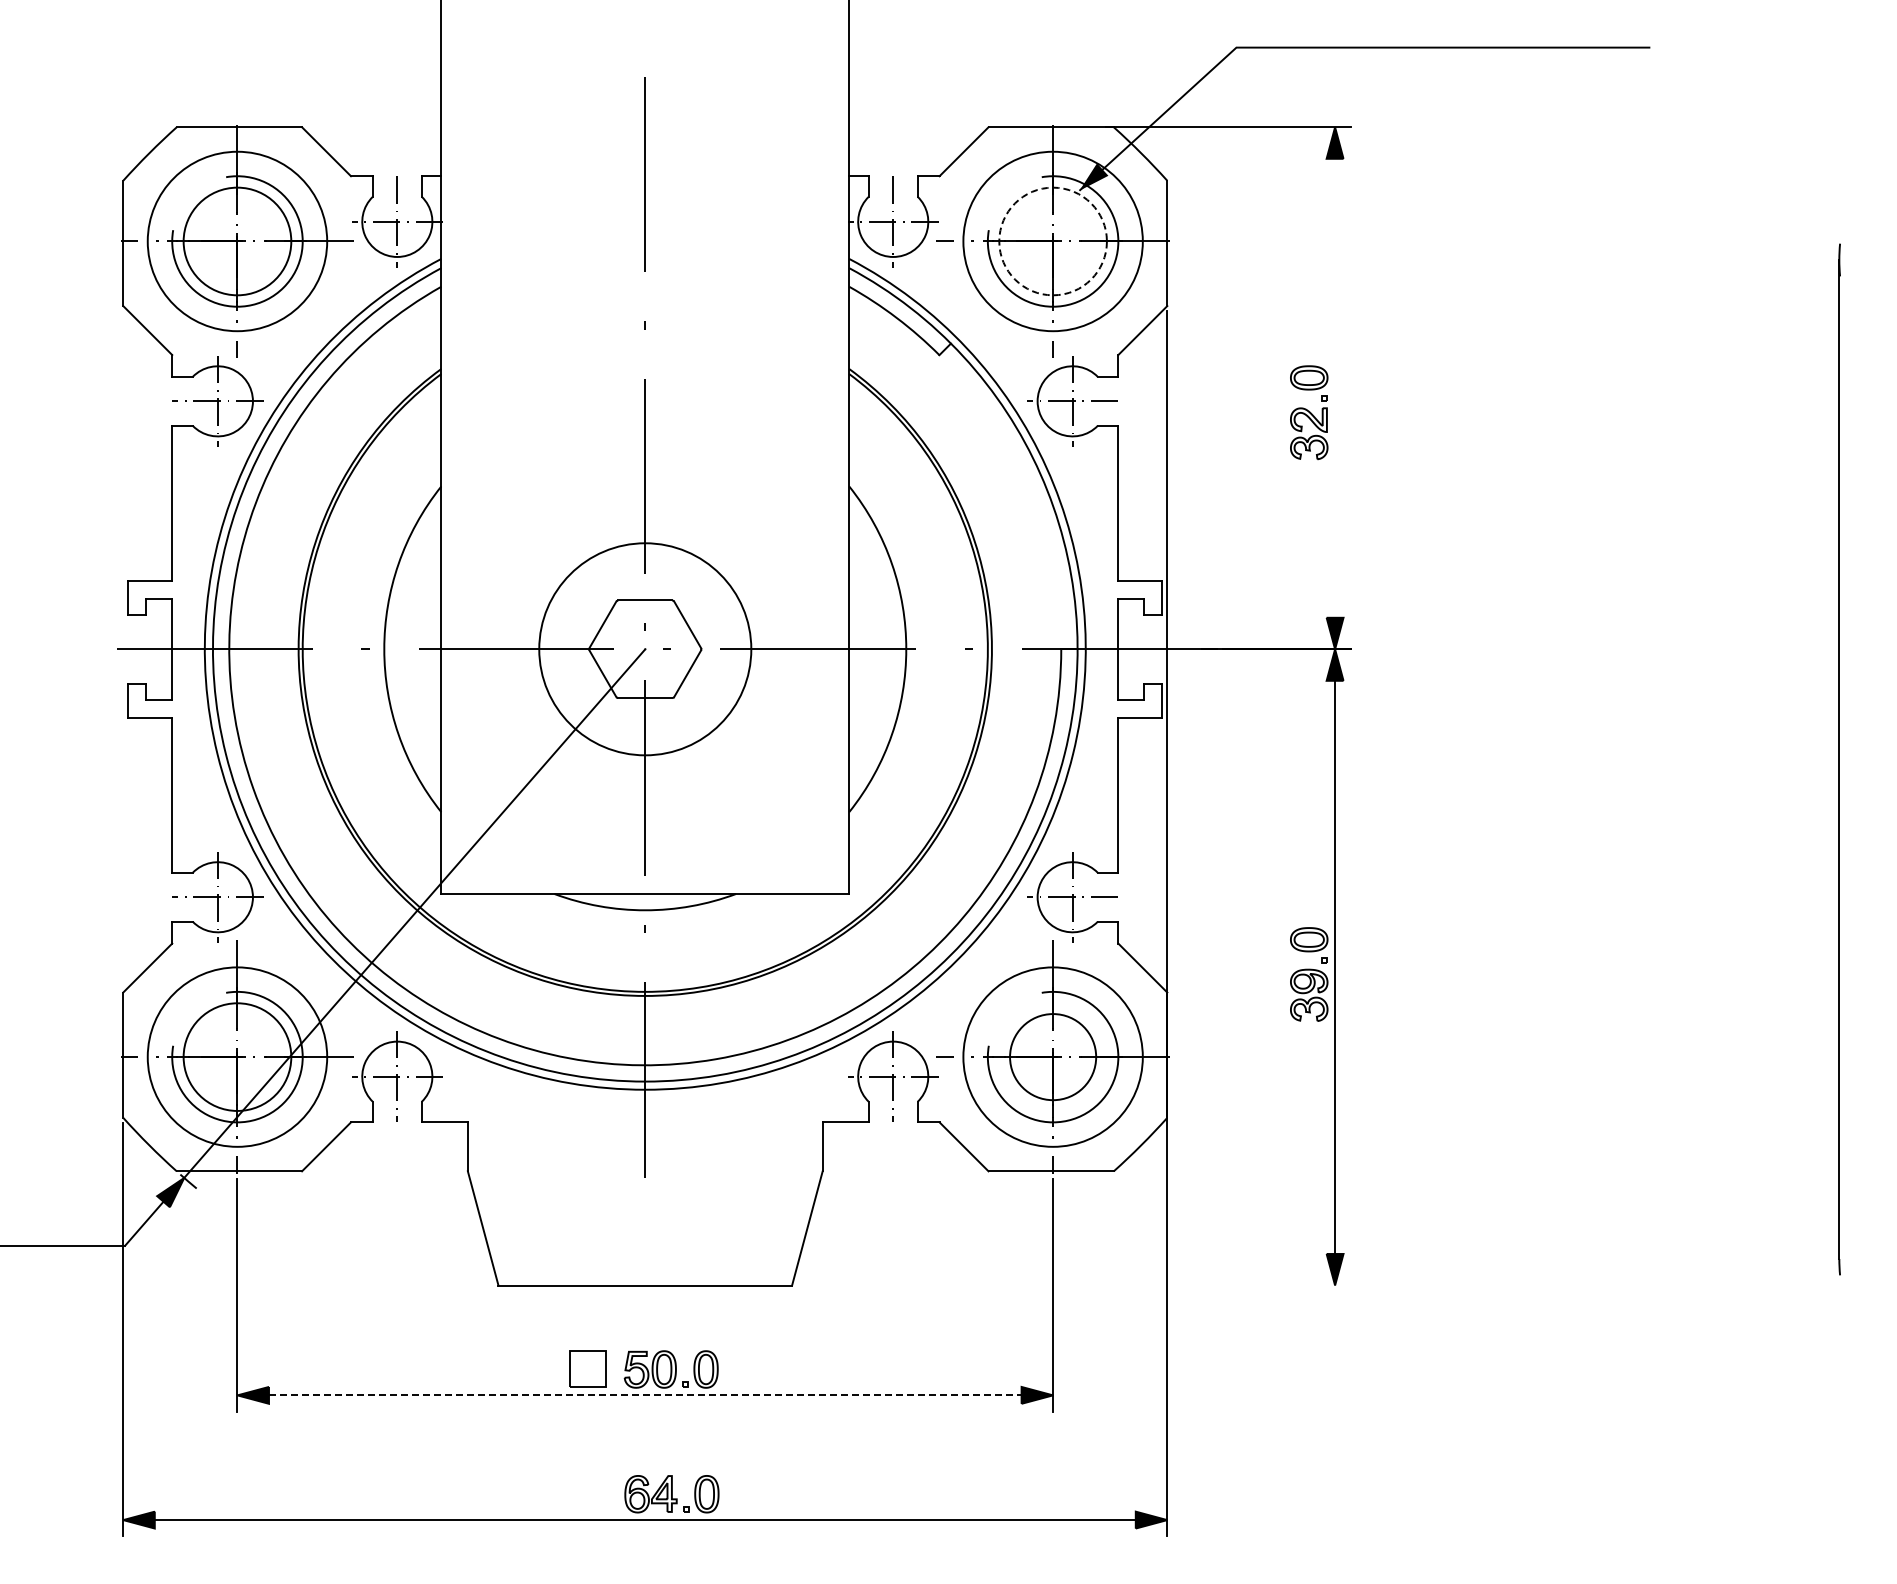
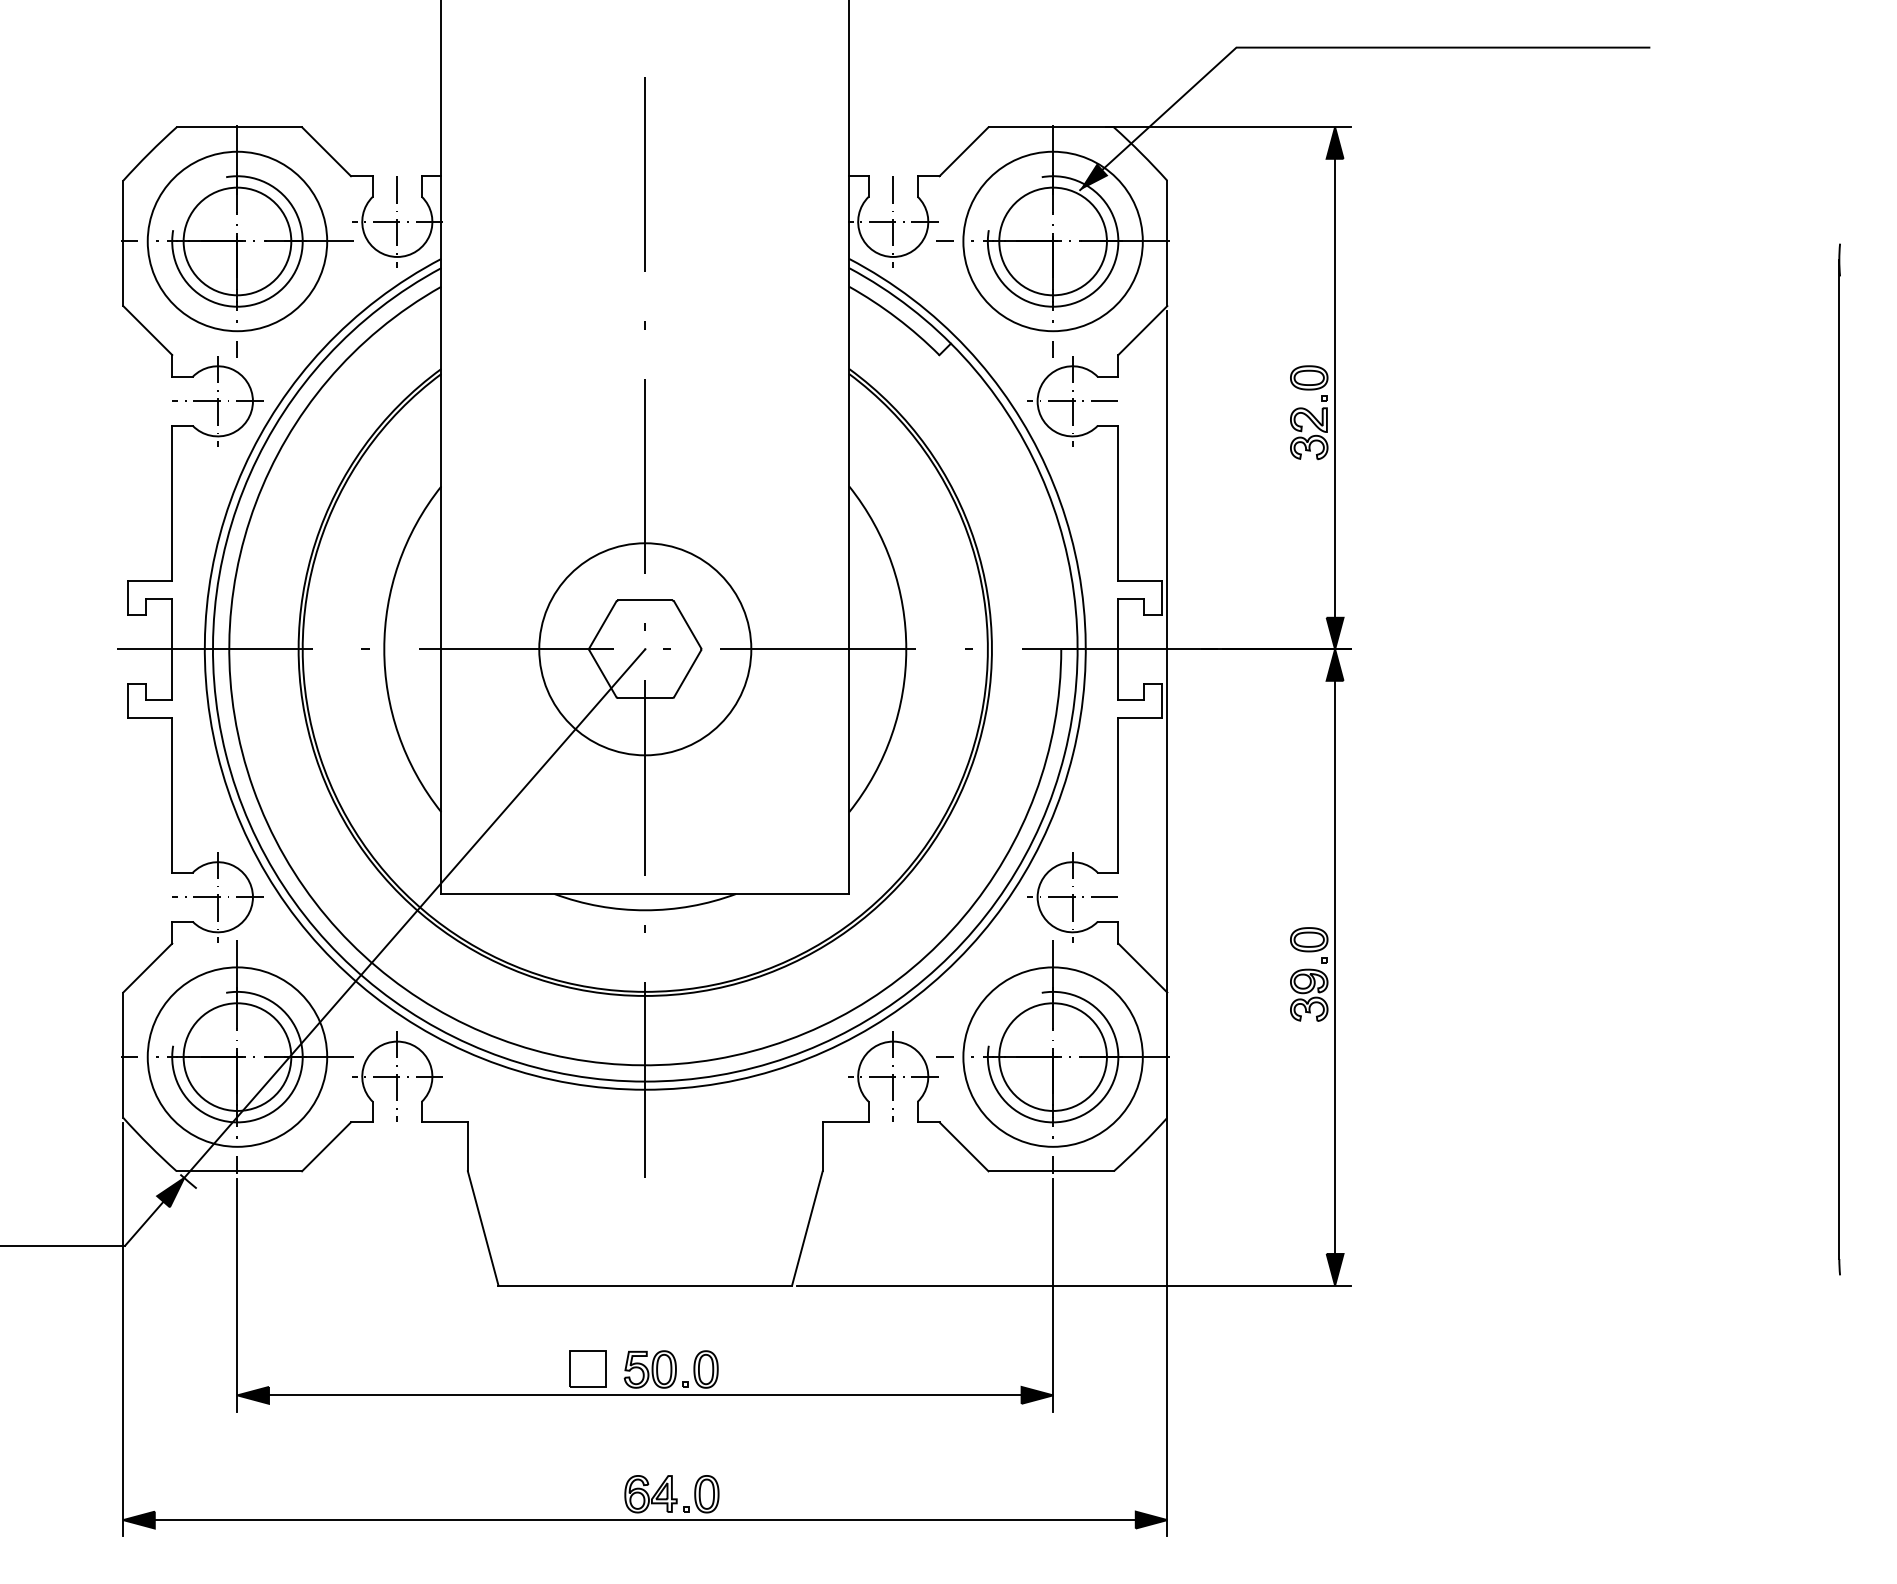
circle at (1052, 241): dashed -> solid
line at (1335, 387): none -> present
circle at (1053, 1057) diameter: 86 px -> 108 px
line at (1074, 1285): none -> present
line at (645, 1395): dashed -> solid
